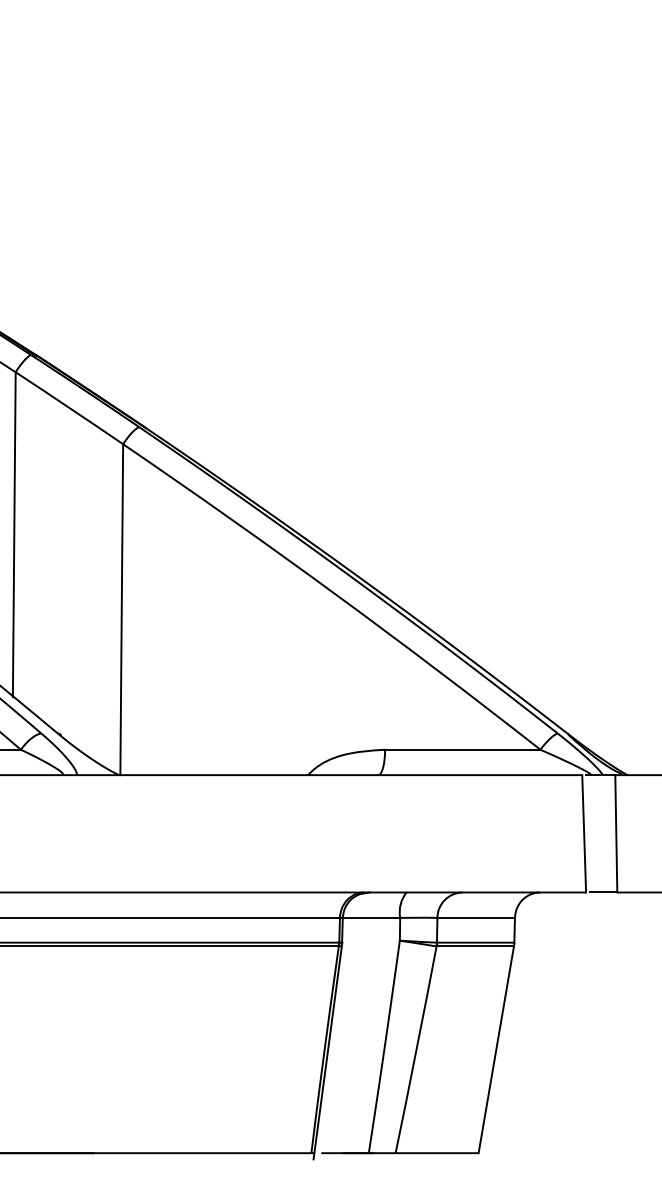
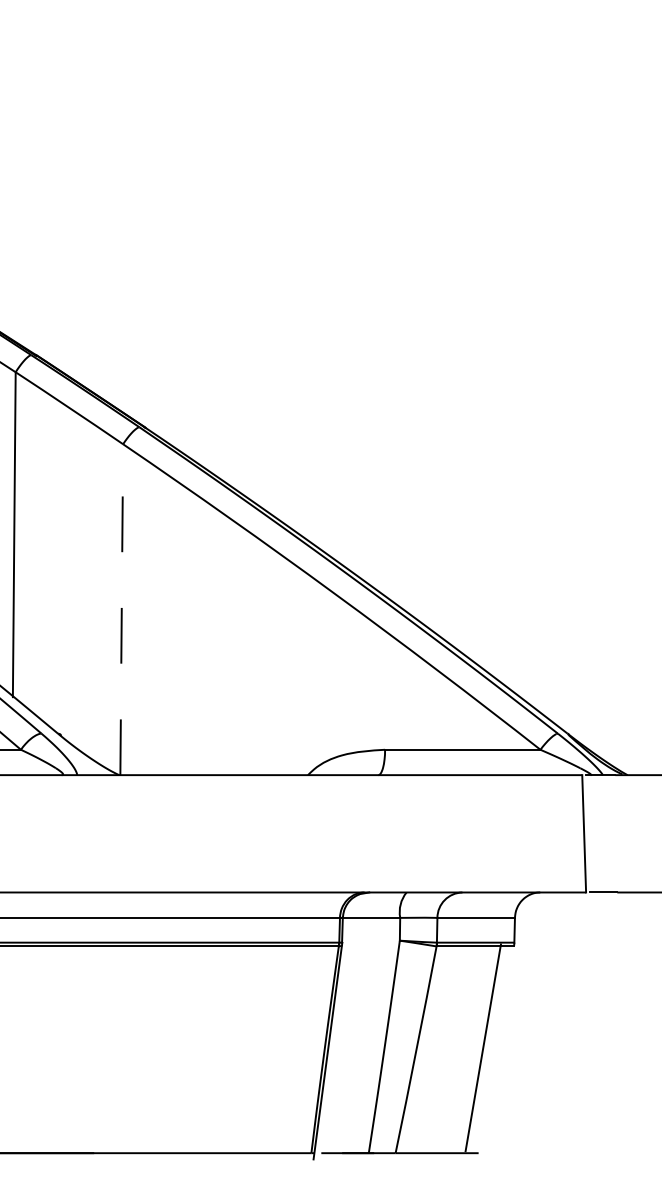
line at (121, 609): solid -> dashed
line at (616, 833): present -> none
line at (495, 1049) position: (495, 1049) -> (482, 1047)
